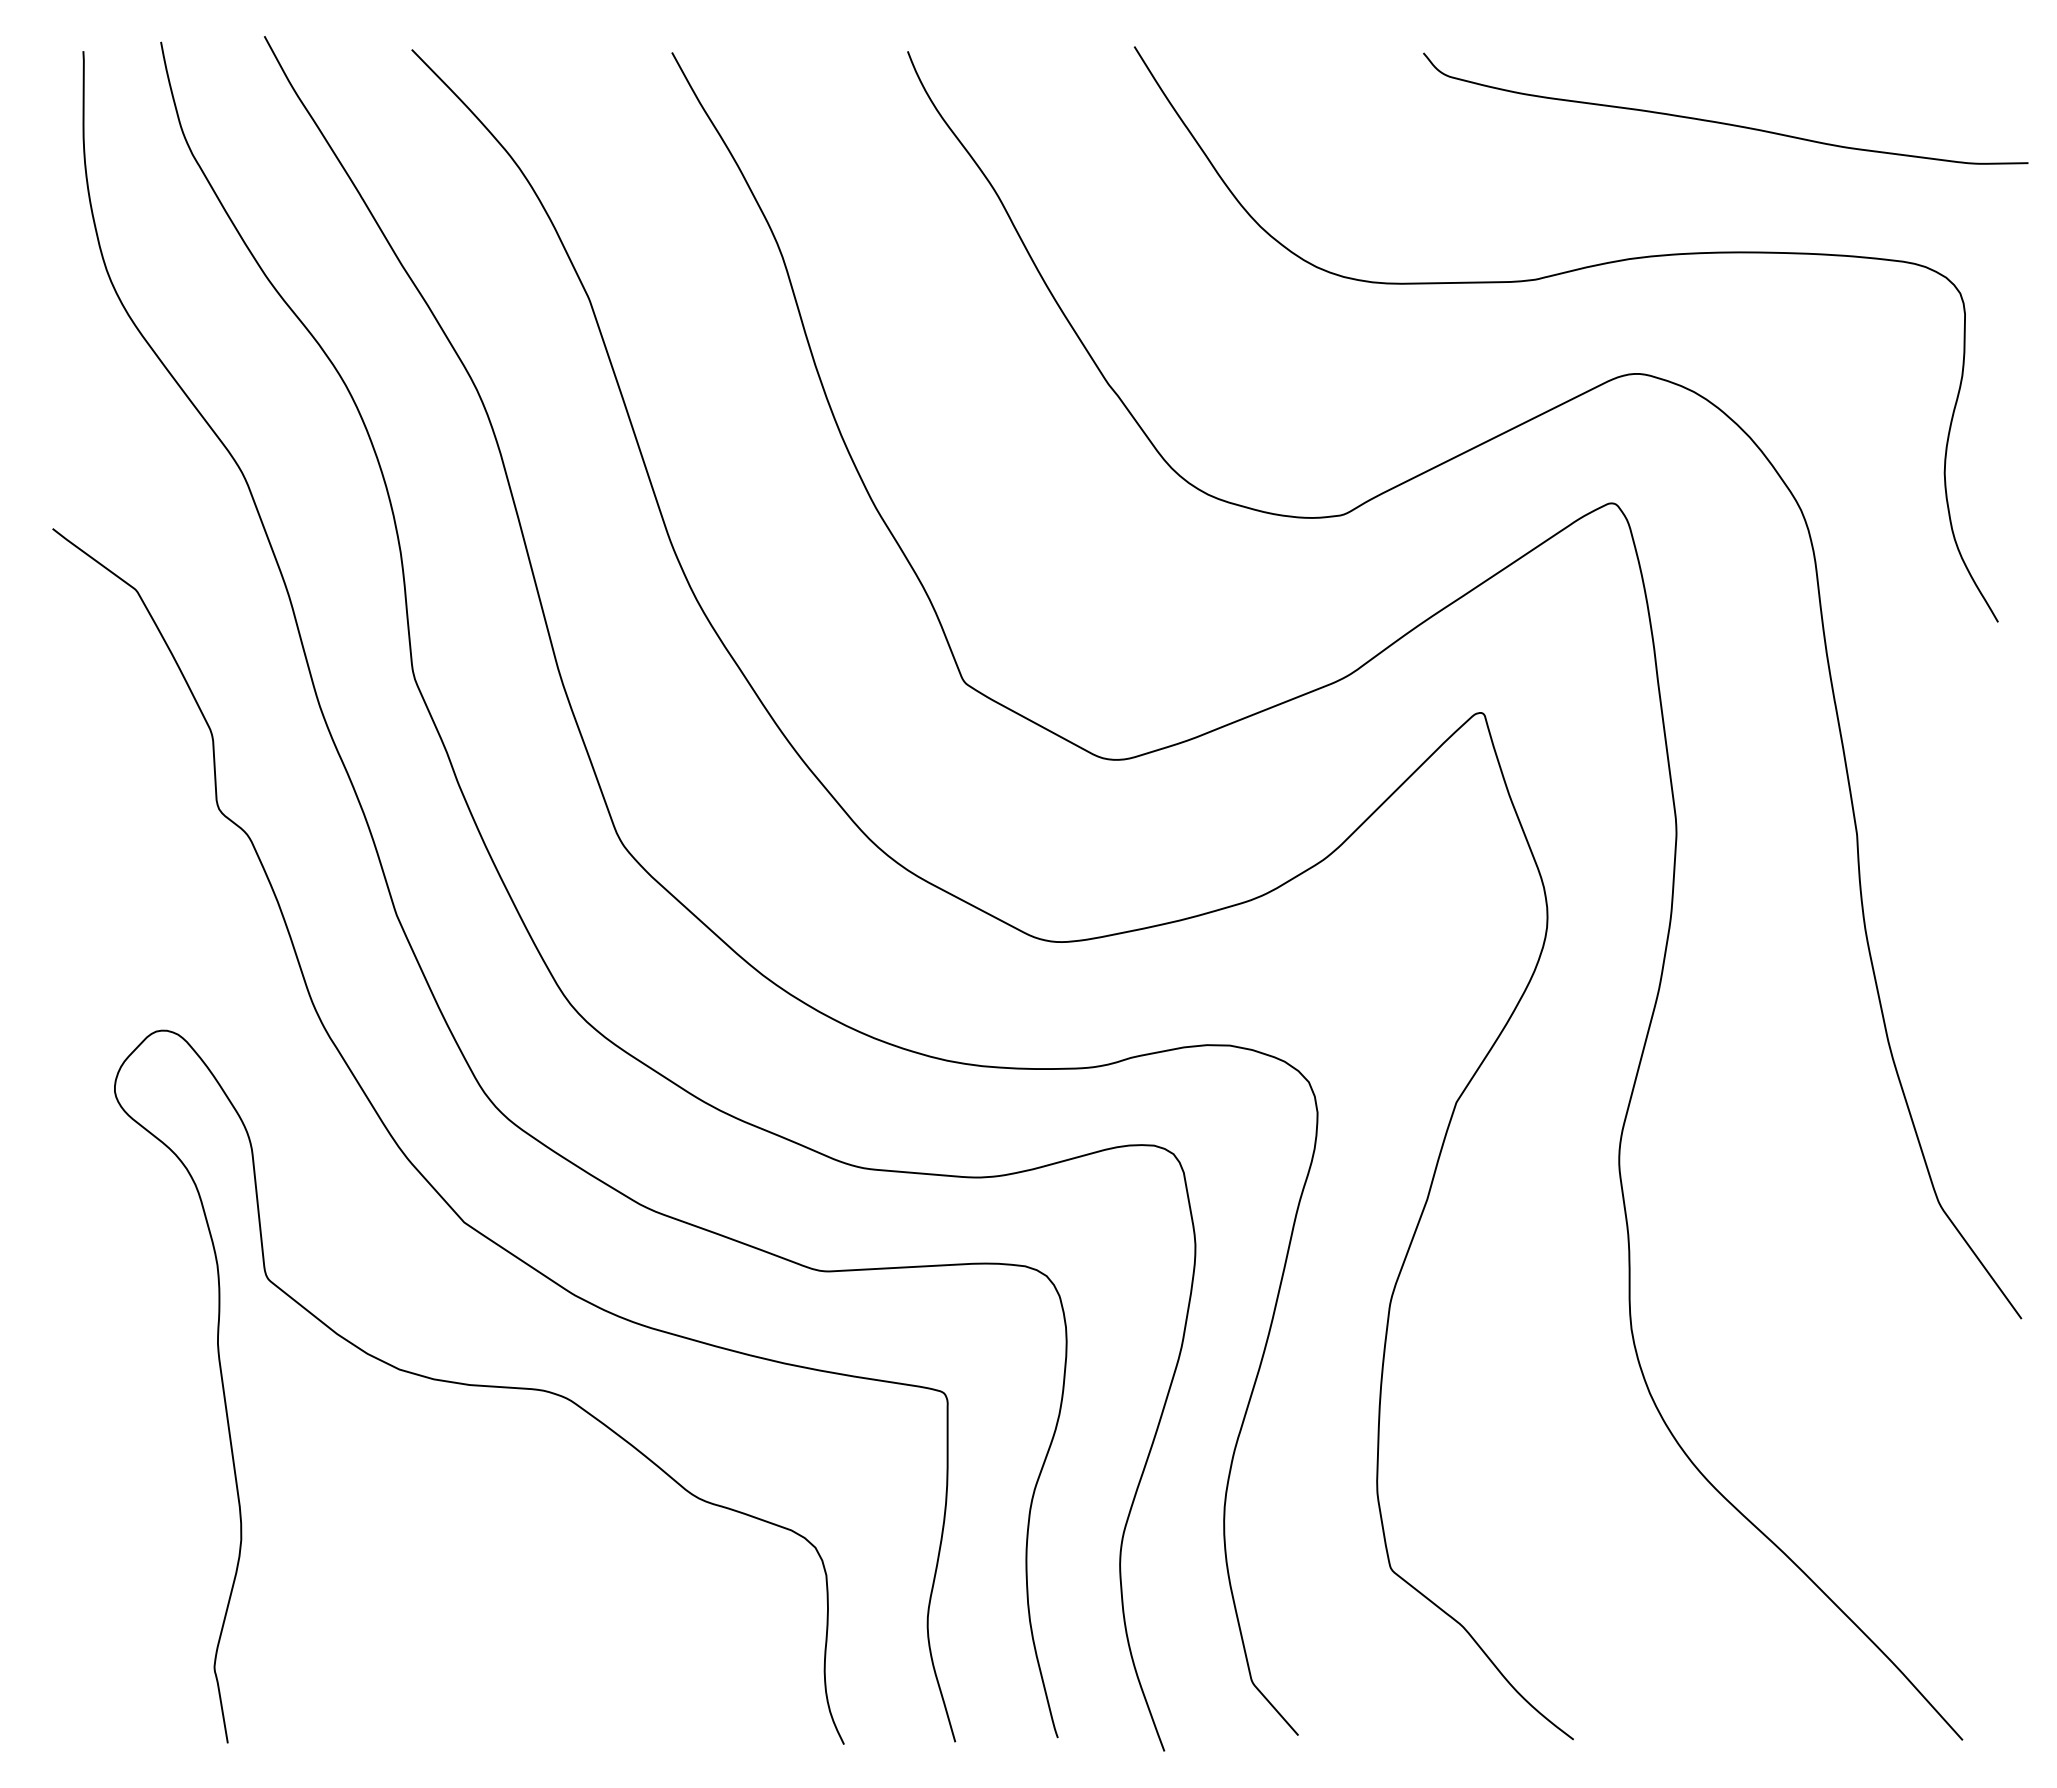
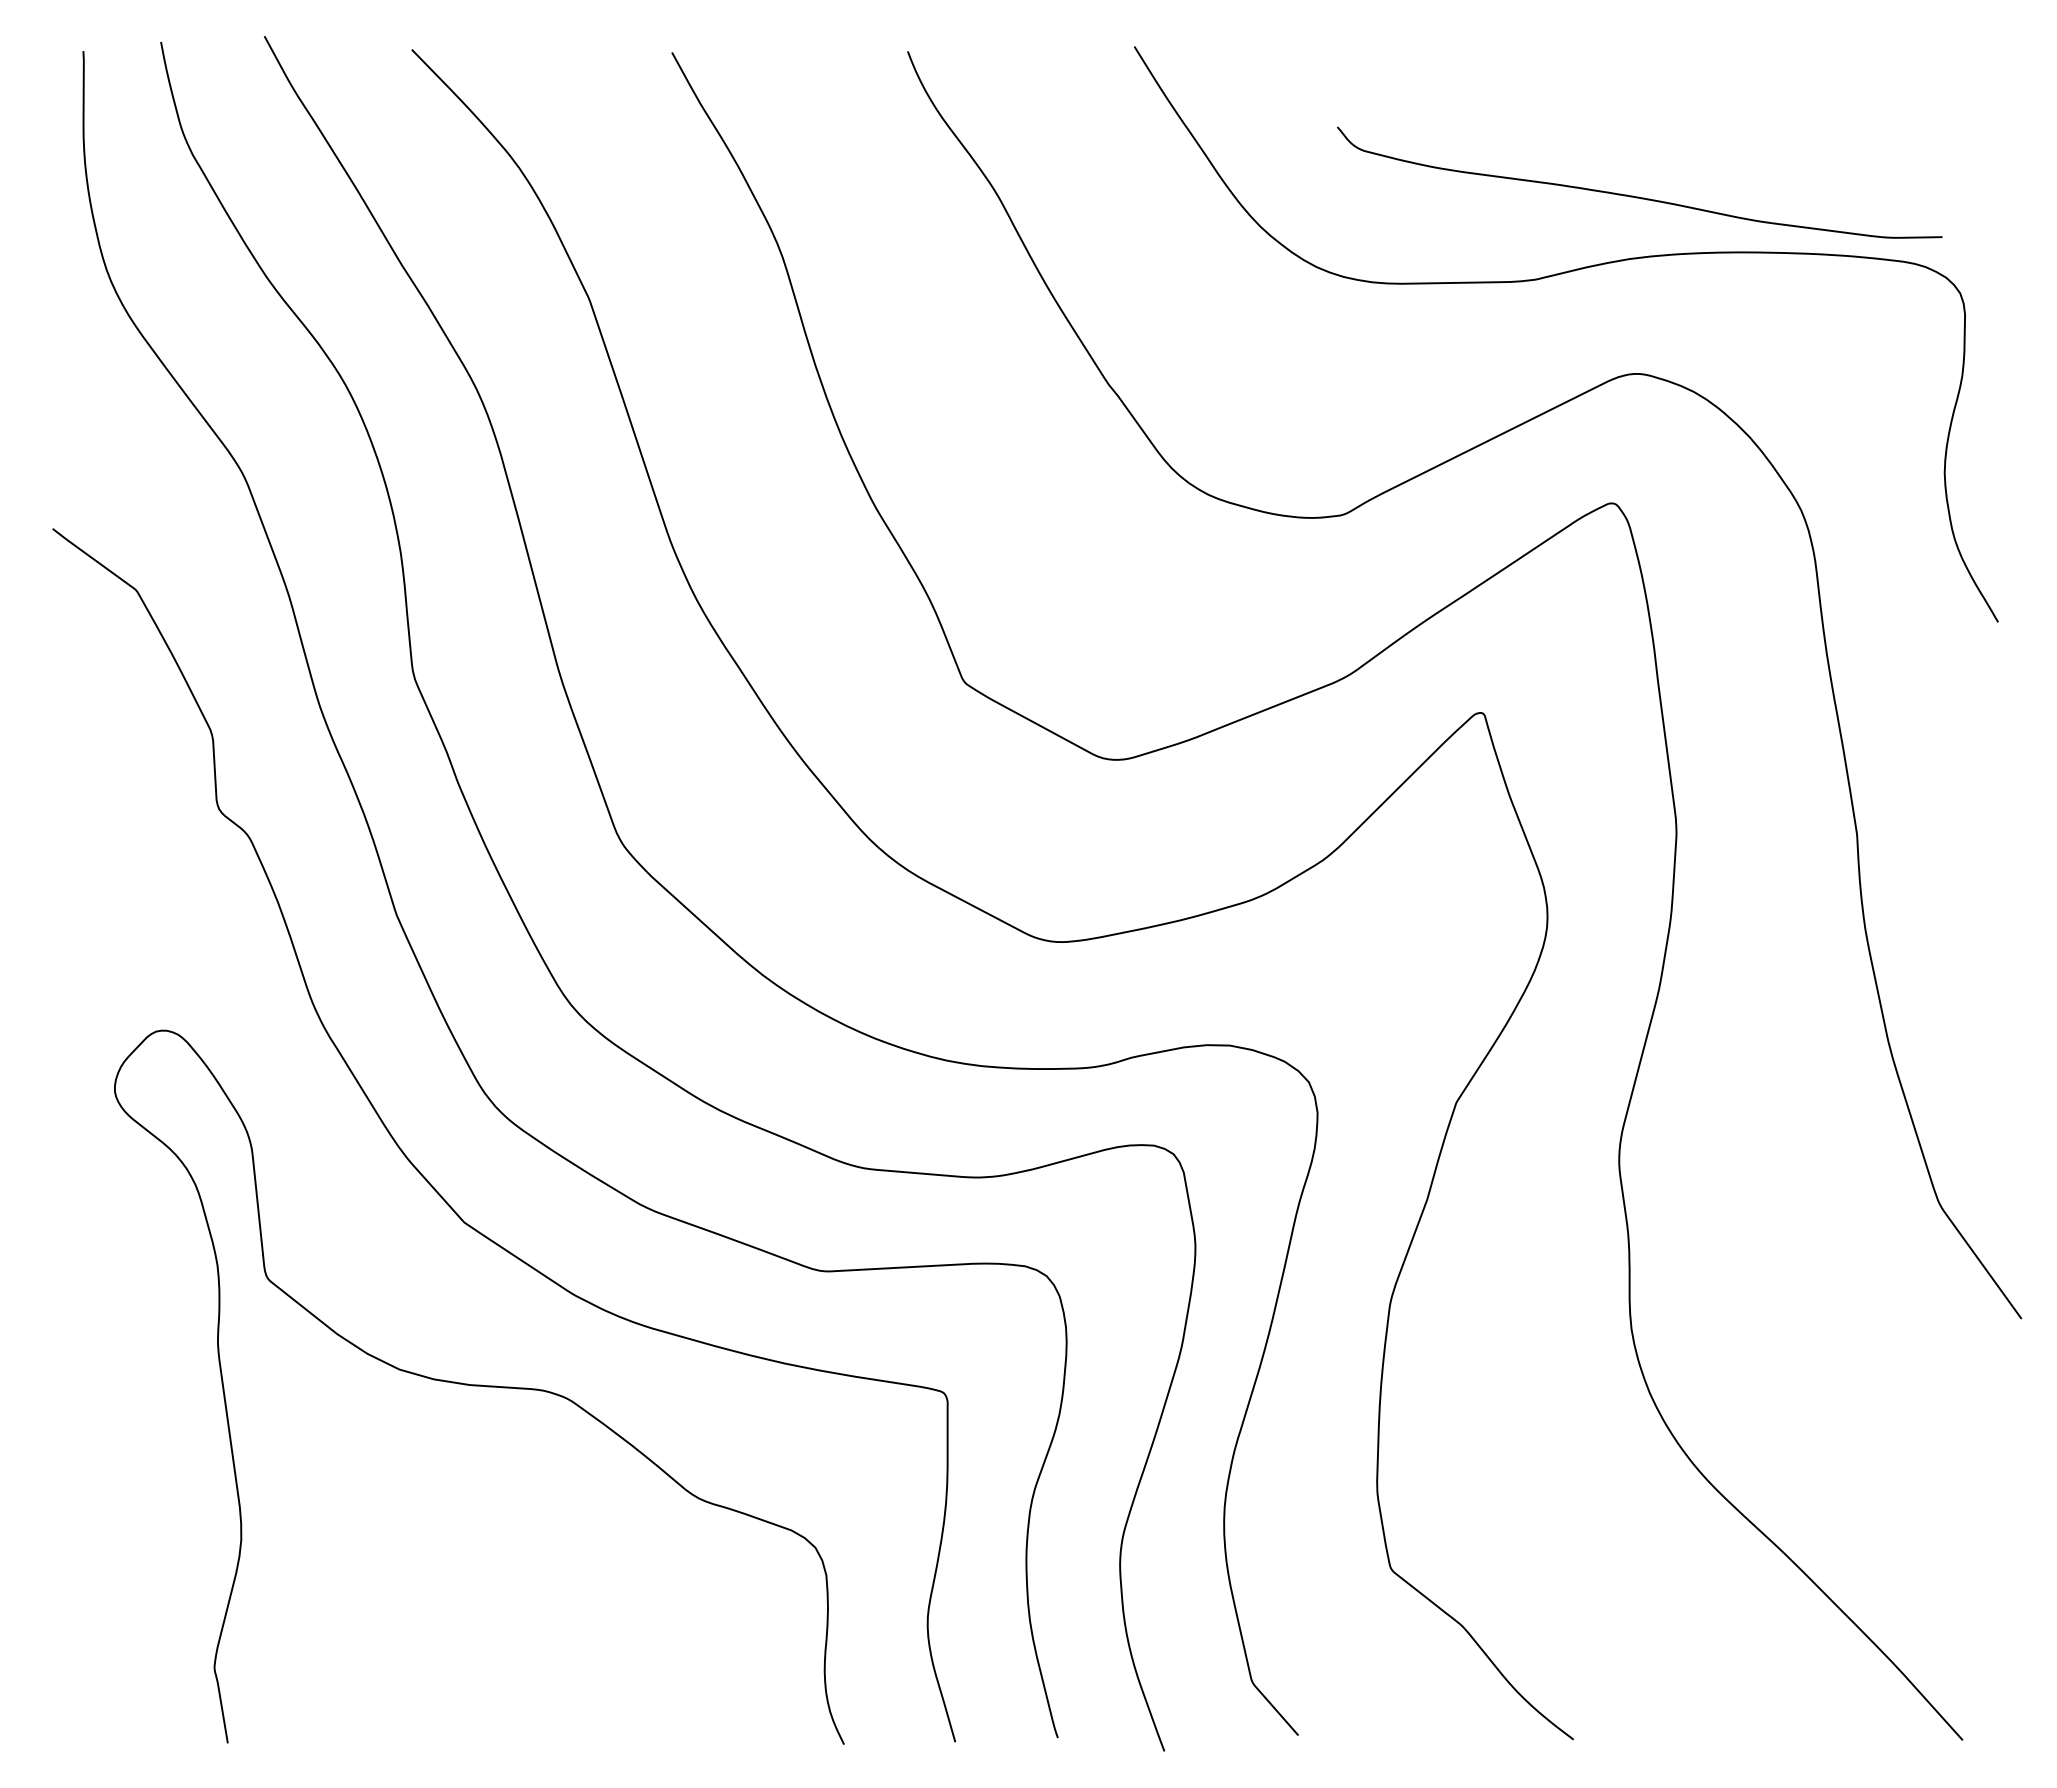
curve at (1724, 122) position: (1724, 122) -> (1638, 196)
